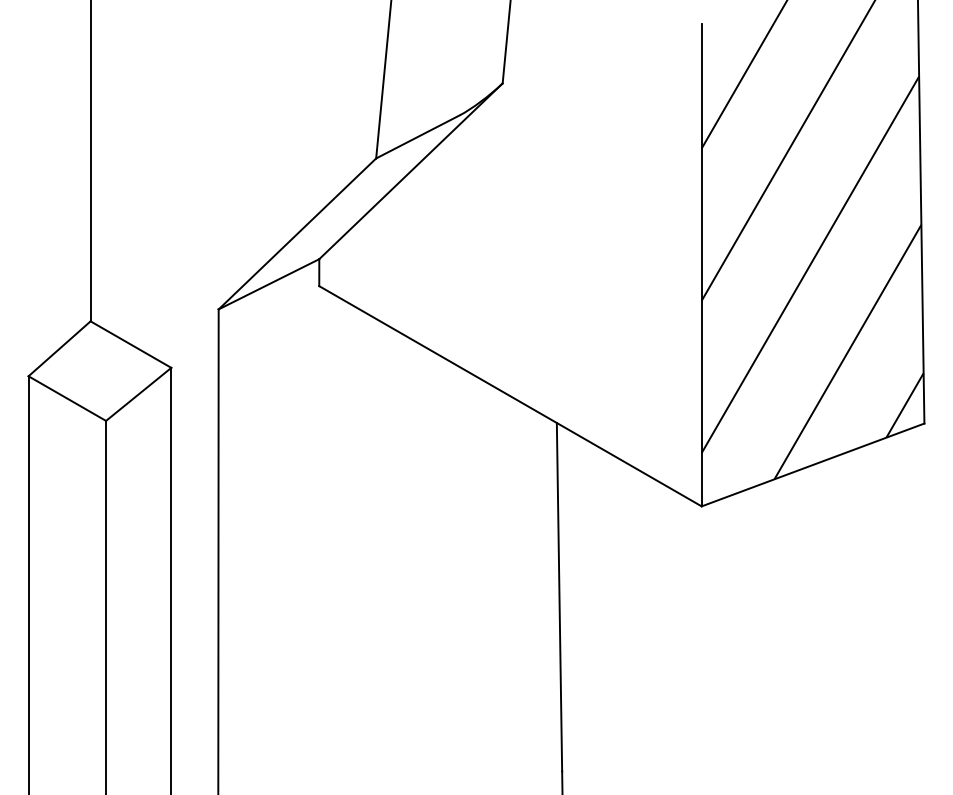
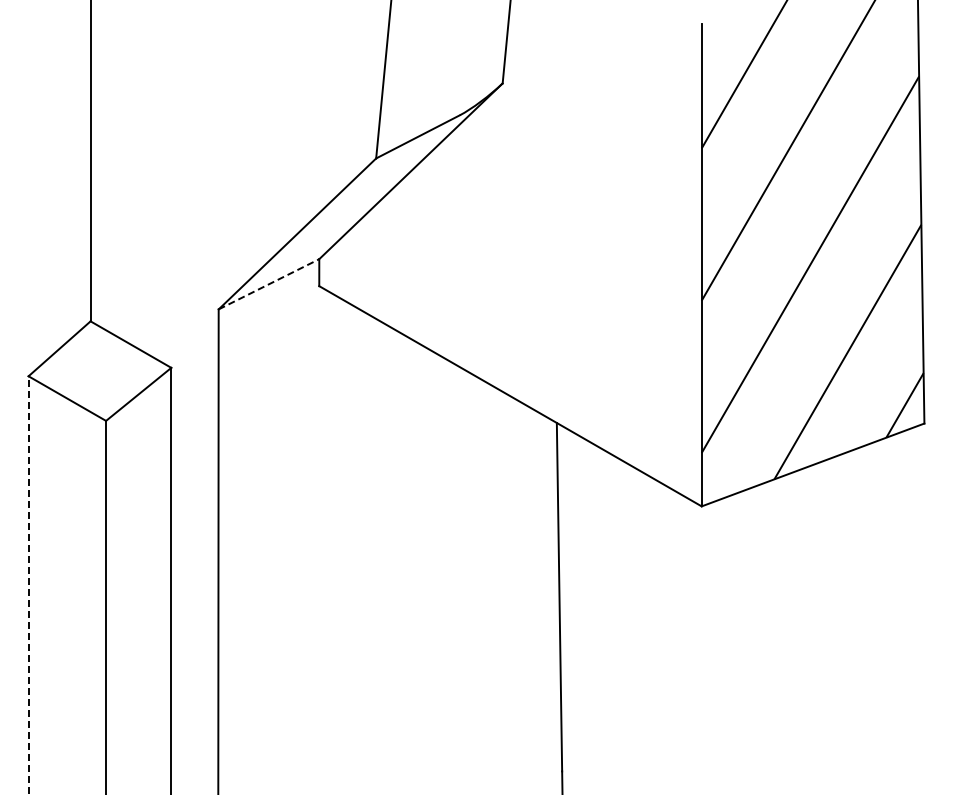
line at (269, 284): solid -> dashed
line at (28, 585): solid -> dashed
